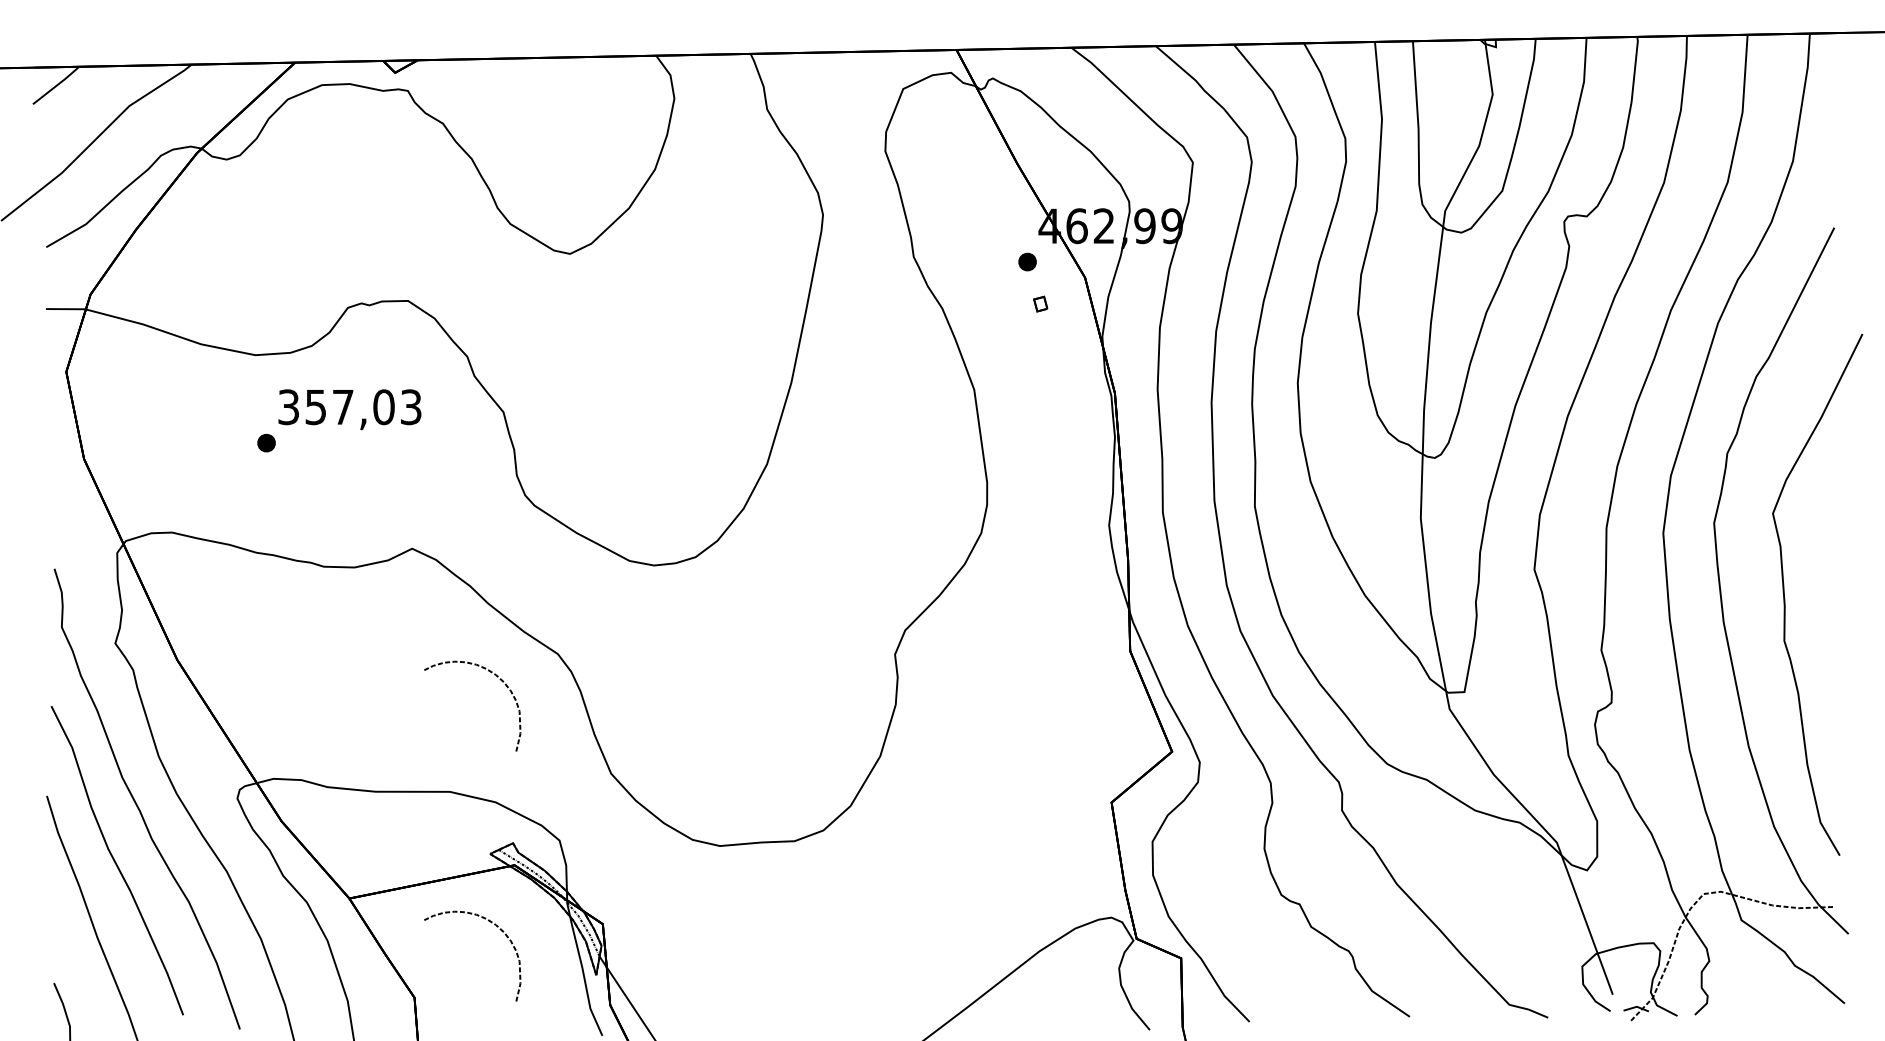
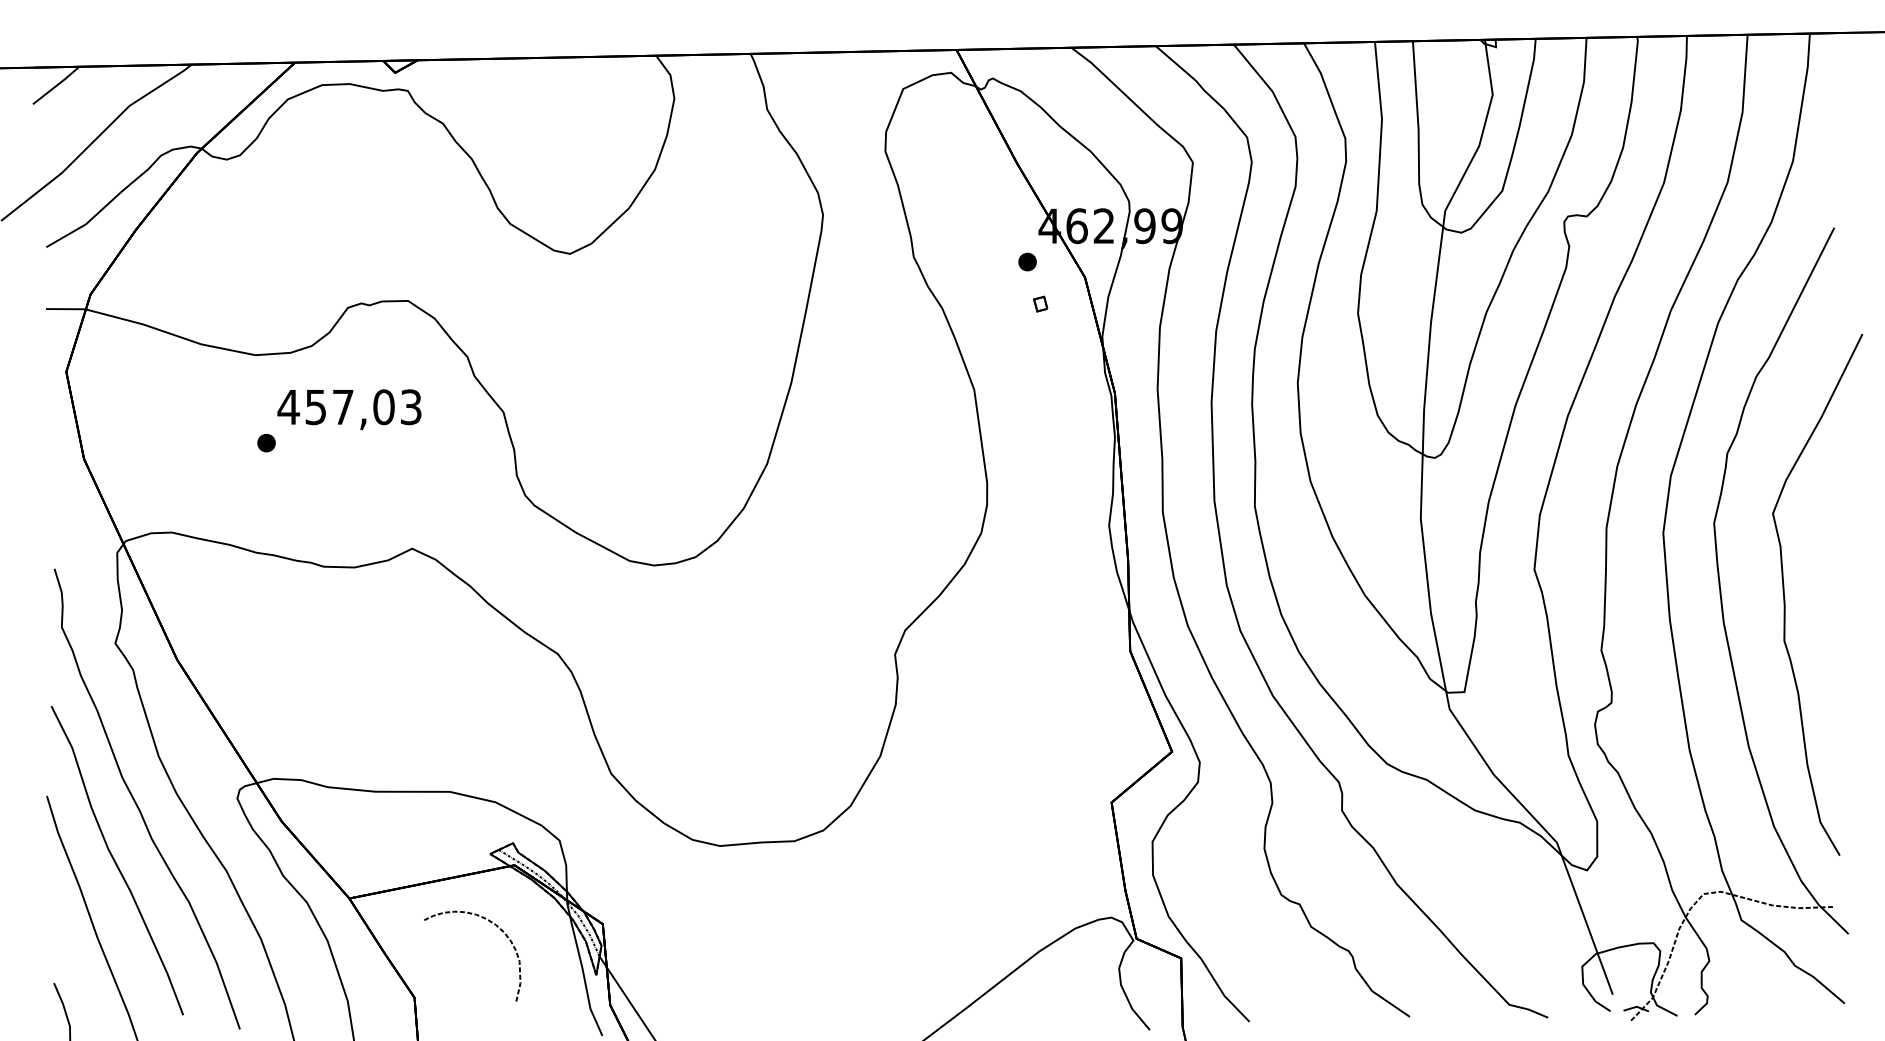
text at (288, 407): 357,03 -> 457,03
curve at (494, 675): present -> none
